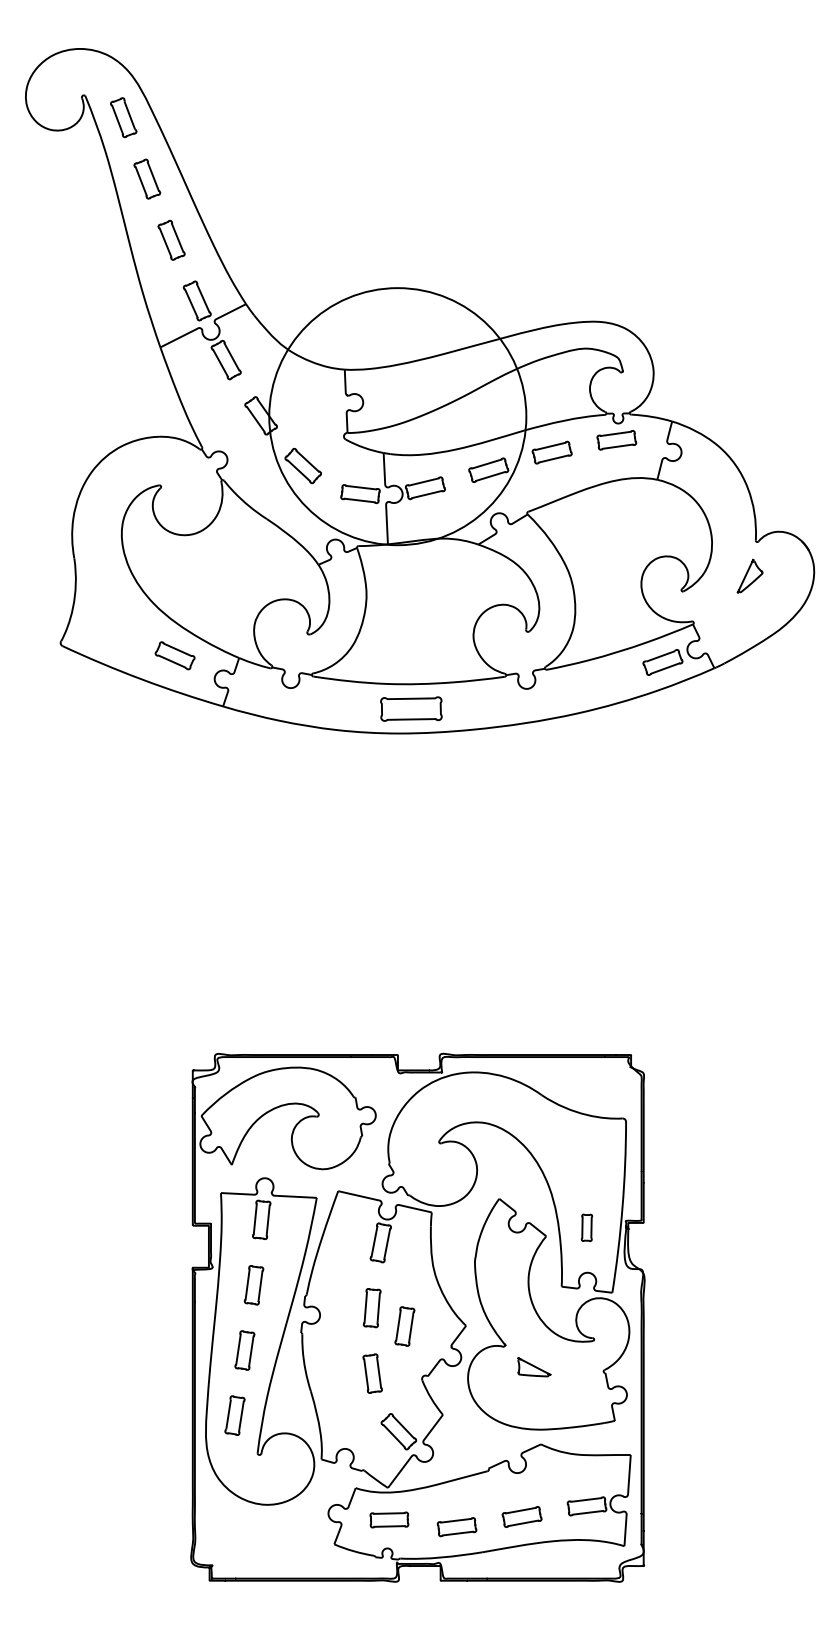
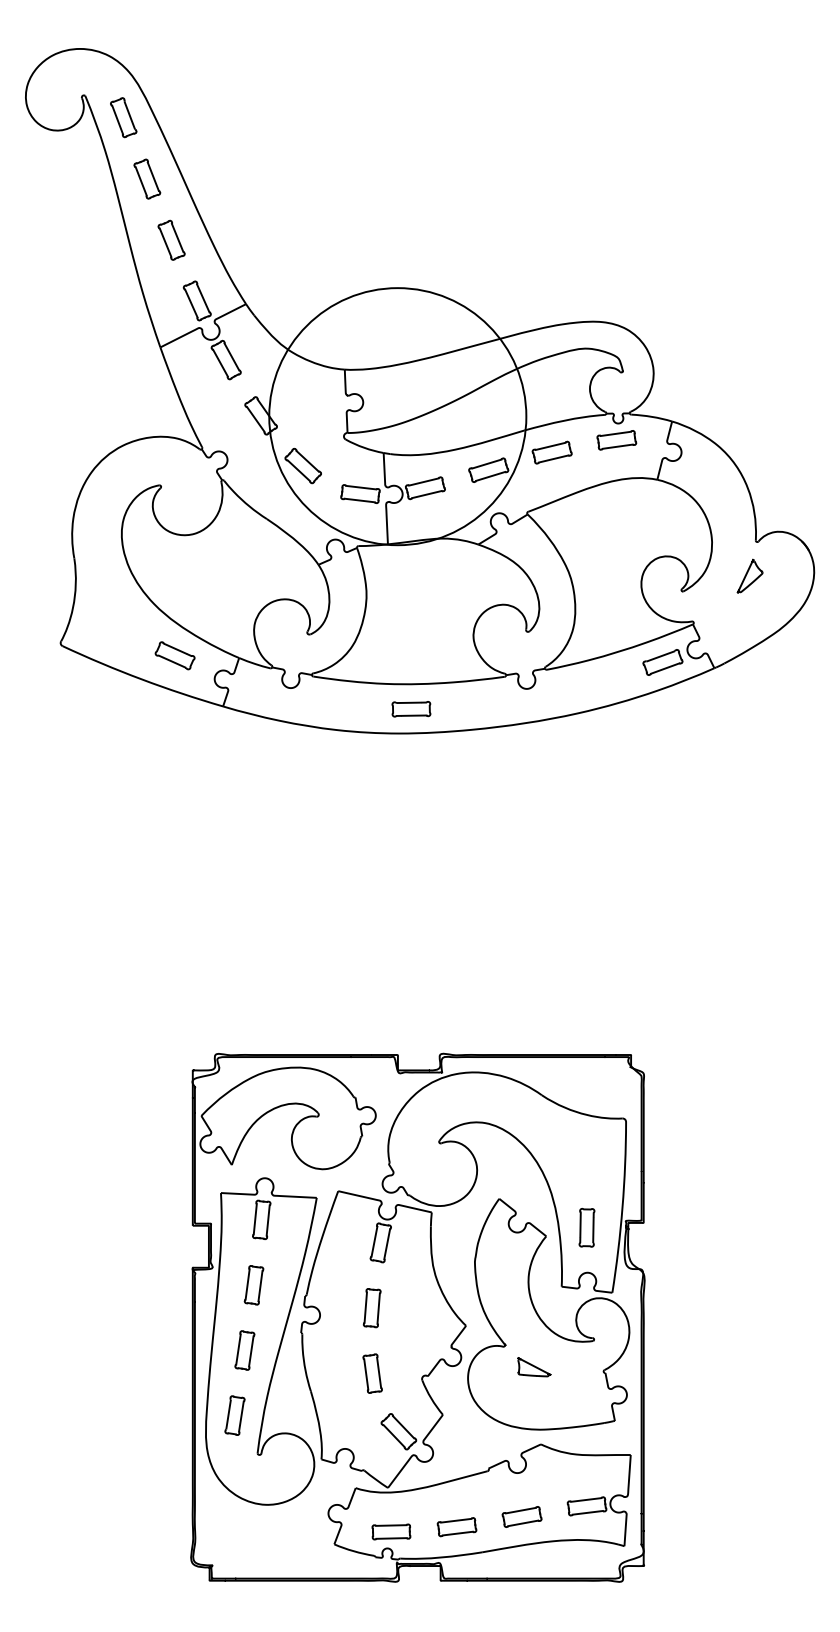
part at (411, 708) size: 63x26 px -> 41x17 px
part at (586, 1227) size: 14x29 px -> 18x40 px
part at (404, 1326): present -> none
part at (389, 1519) position: (389, 1519) -> (391, 1531)
